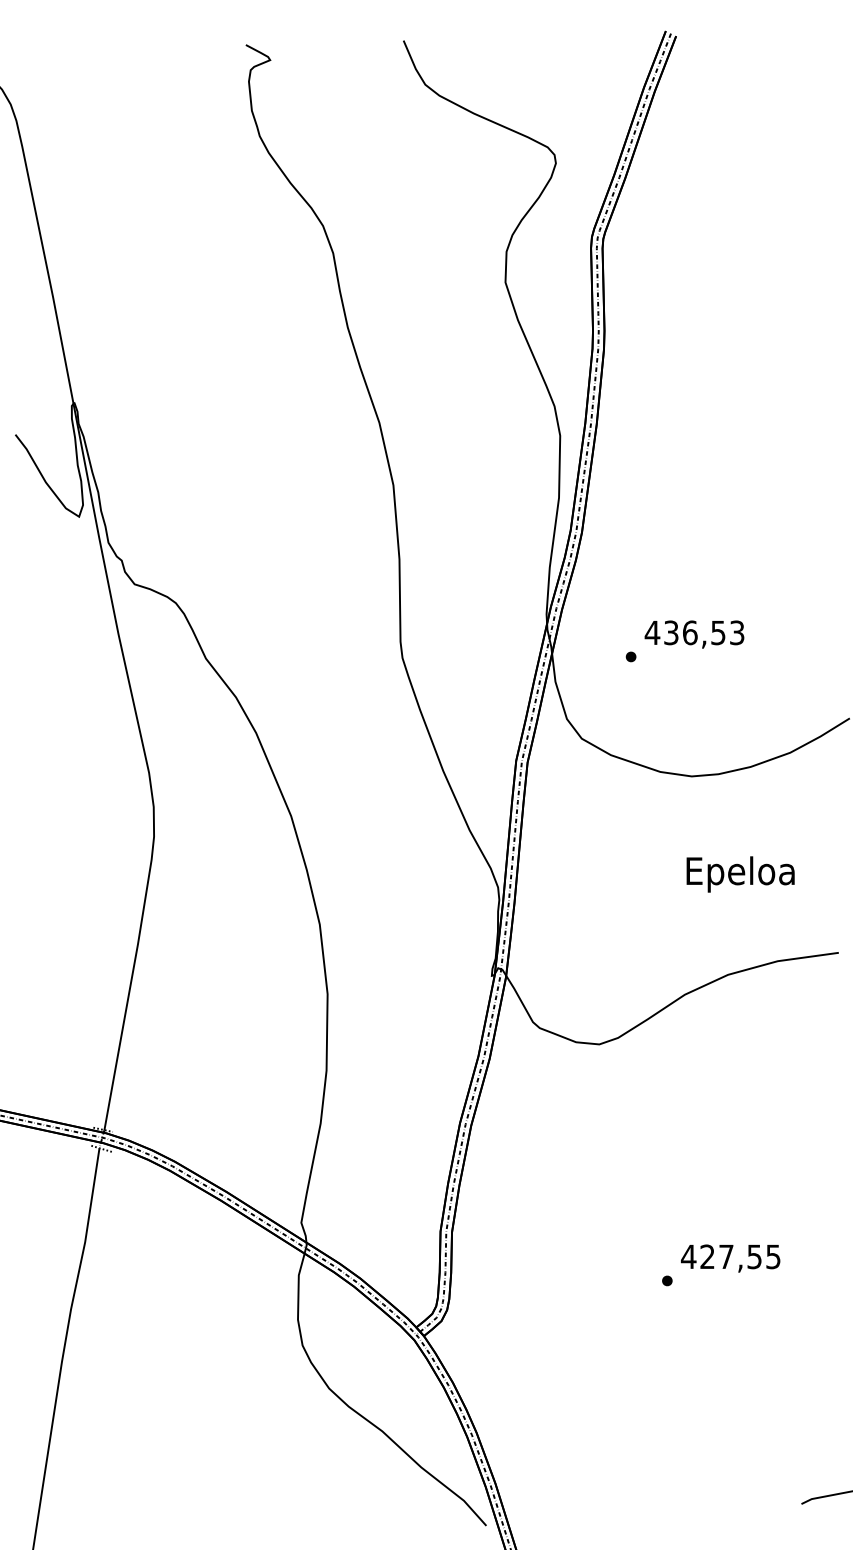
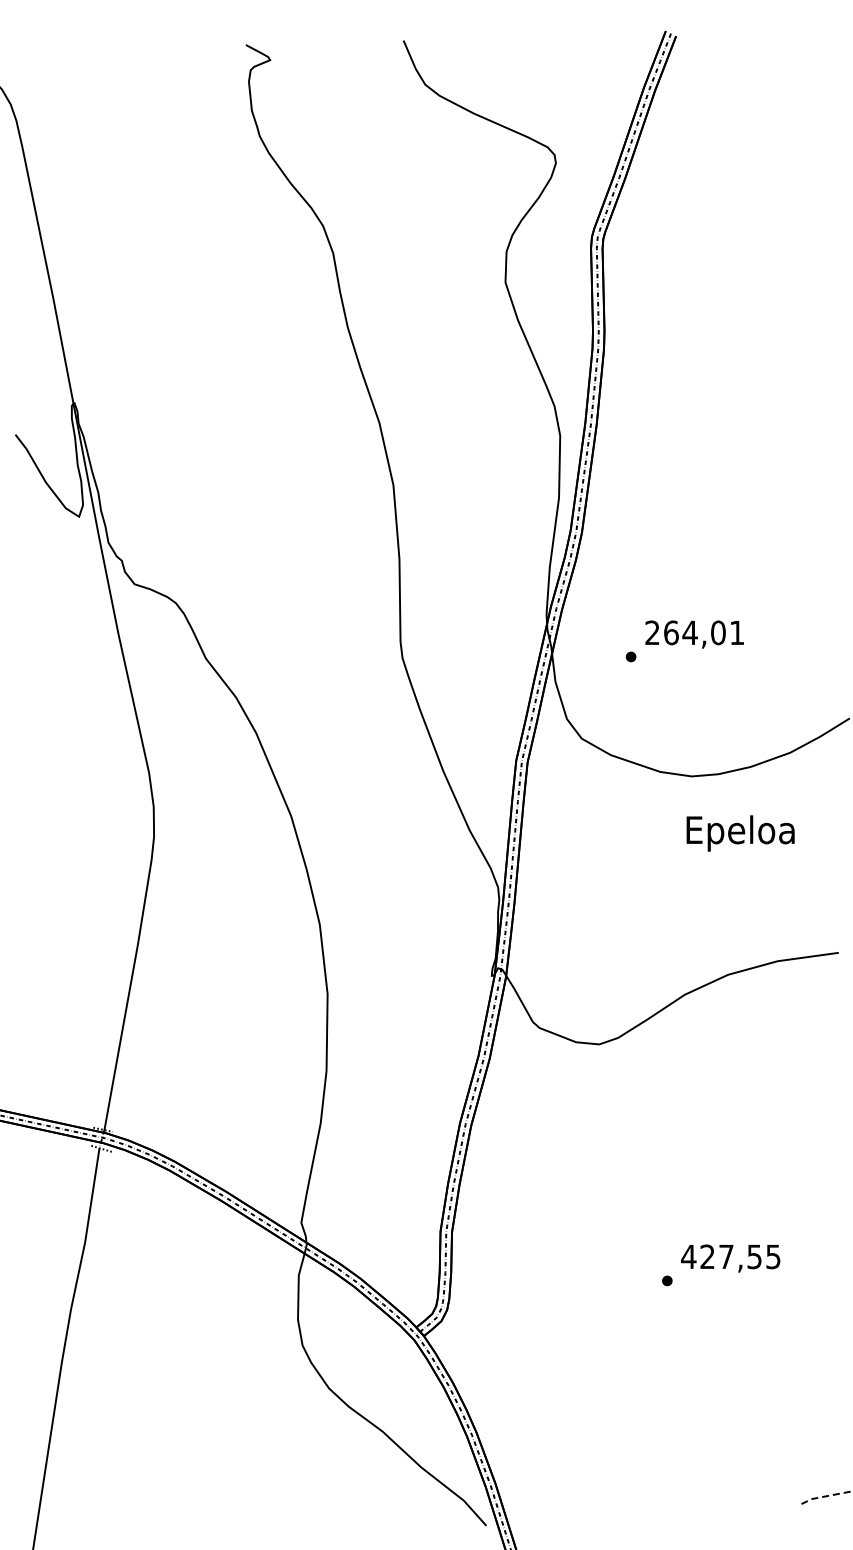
text at (694, 632): 436,53 -> 264,01
text at (740, 874) position: (740, 874) -> (740, 833)
line at (826, 1496): solid -> dashed
